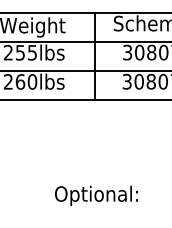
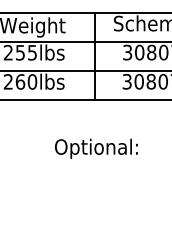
text at (96, 195) position: (96, 195) -> (96, 148)
